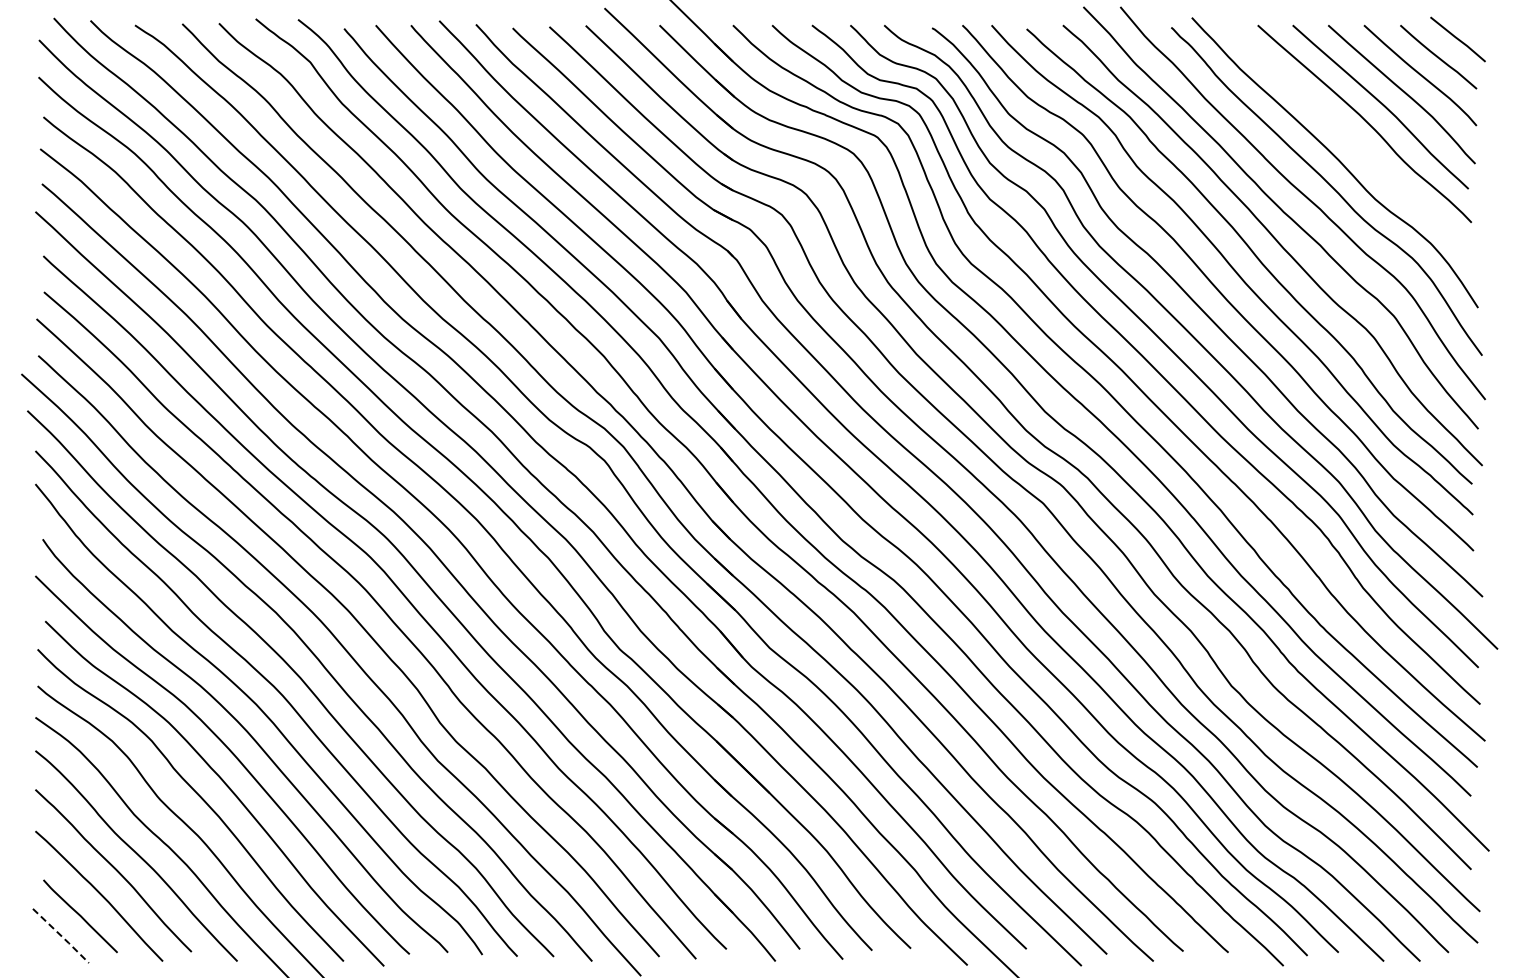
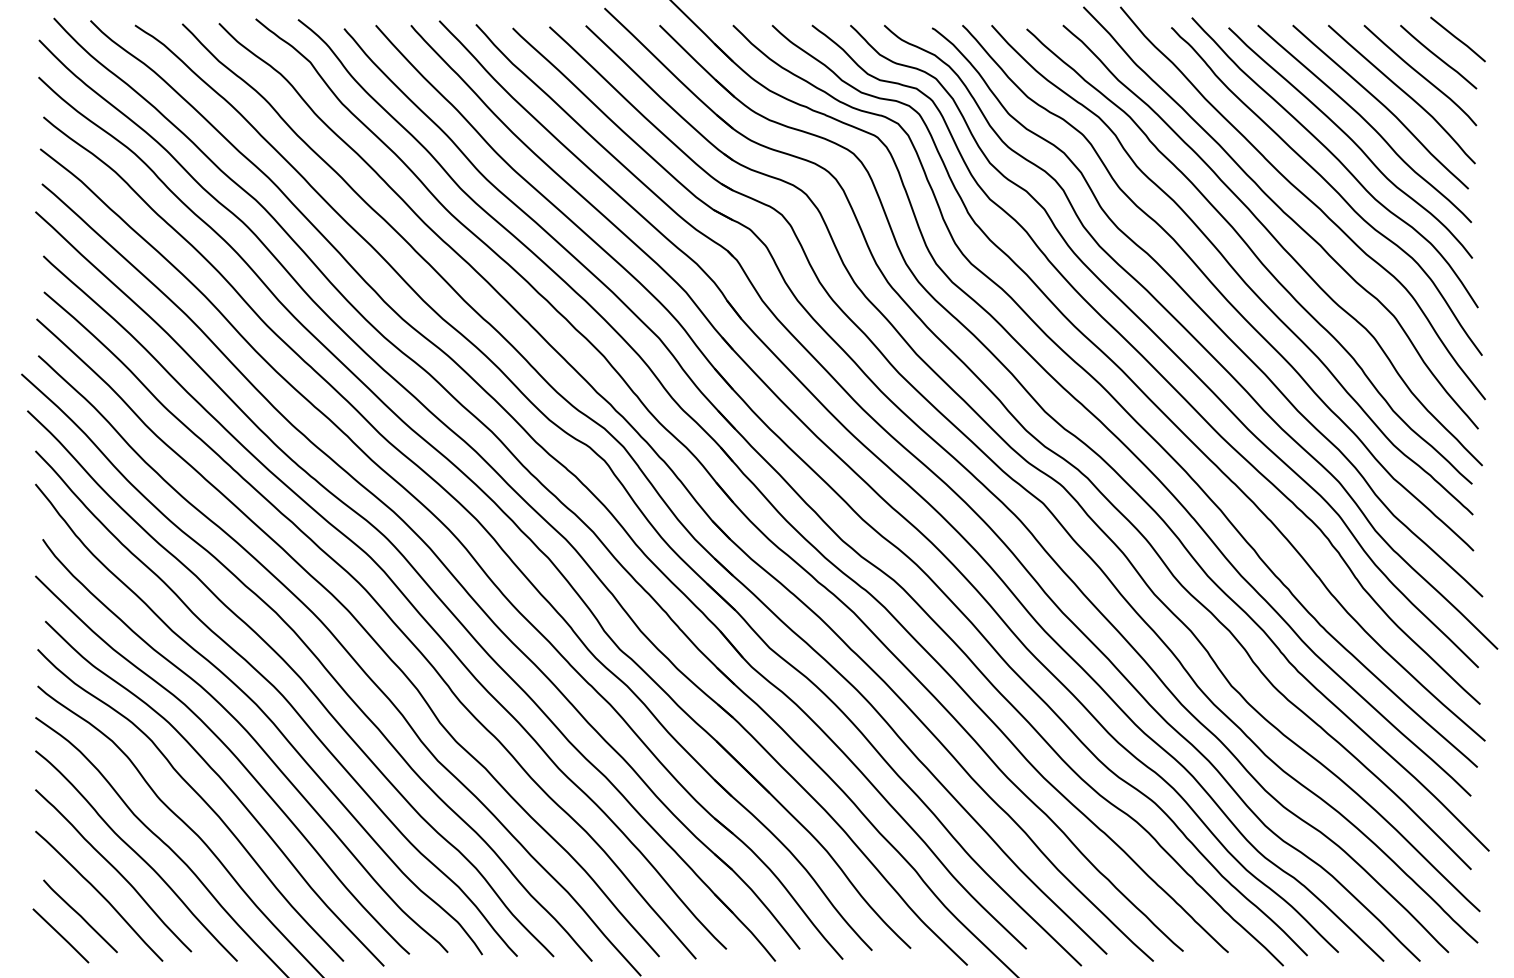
curve at (1352, 142): none -> present
line at (61, 936): dashed -> solid
